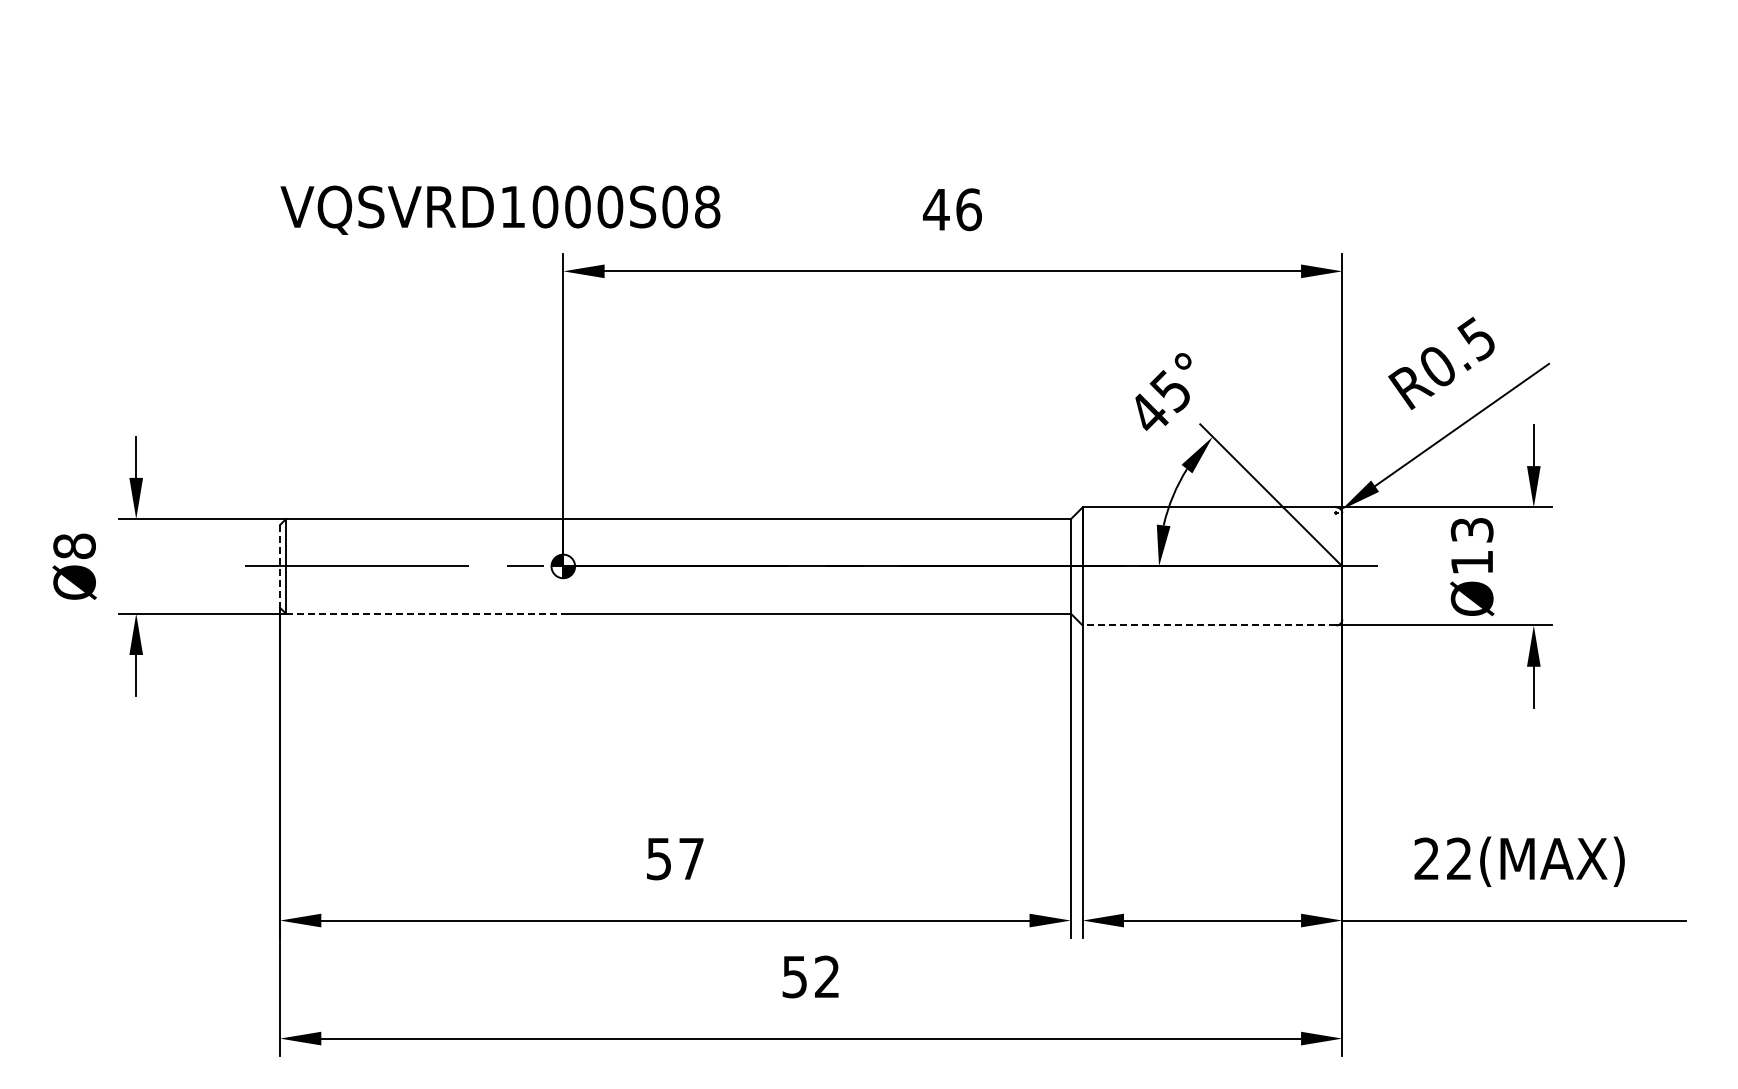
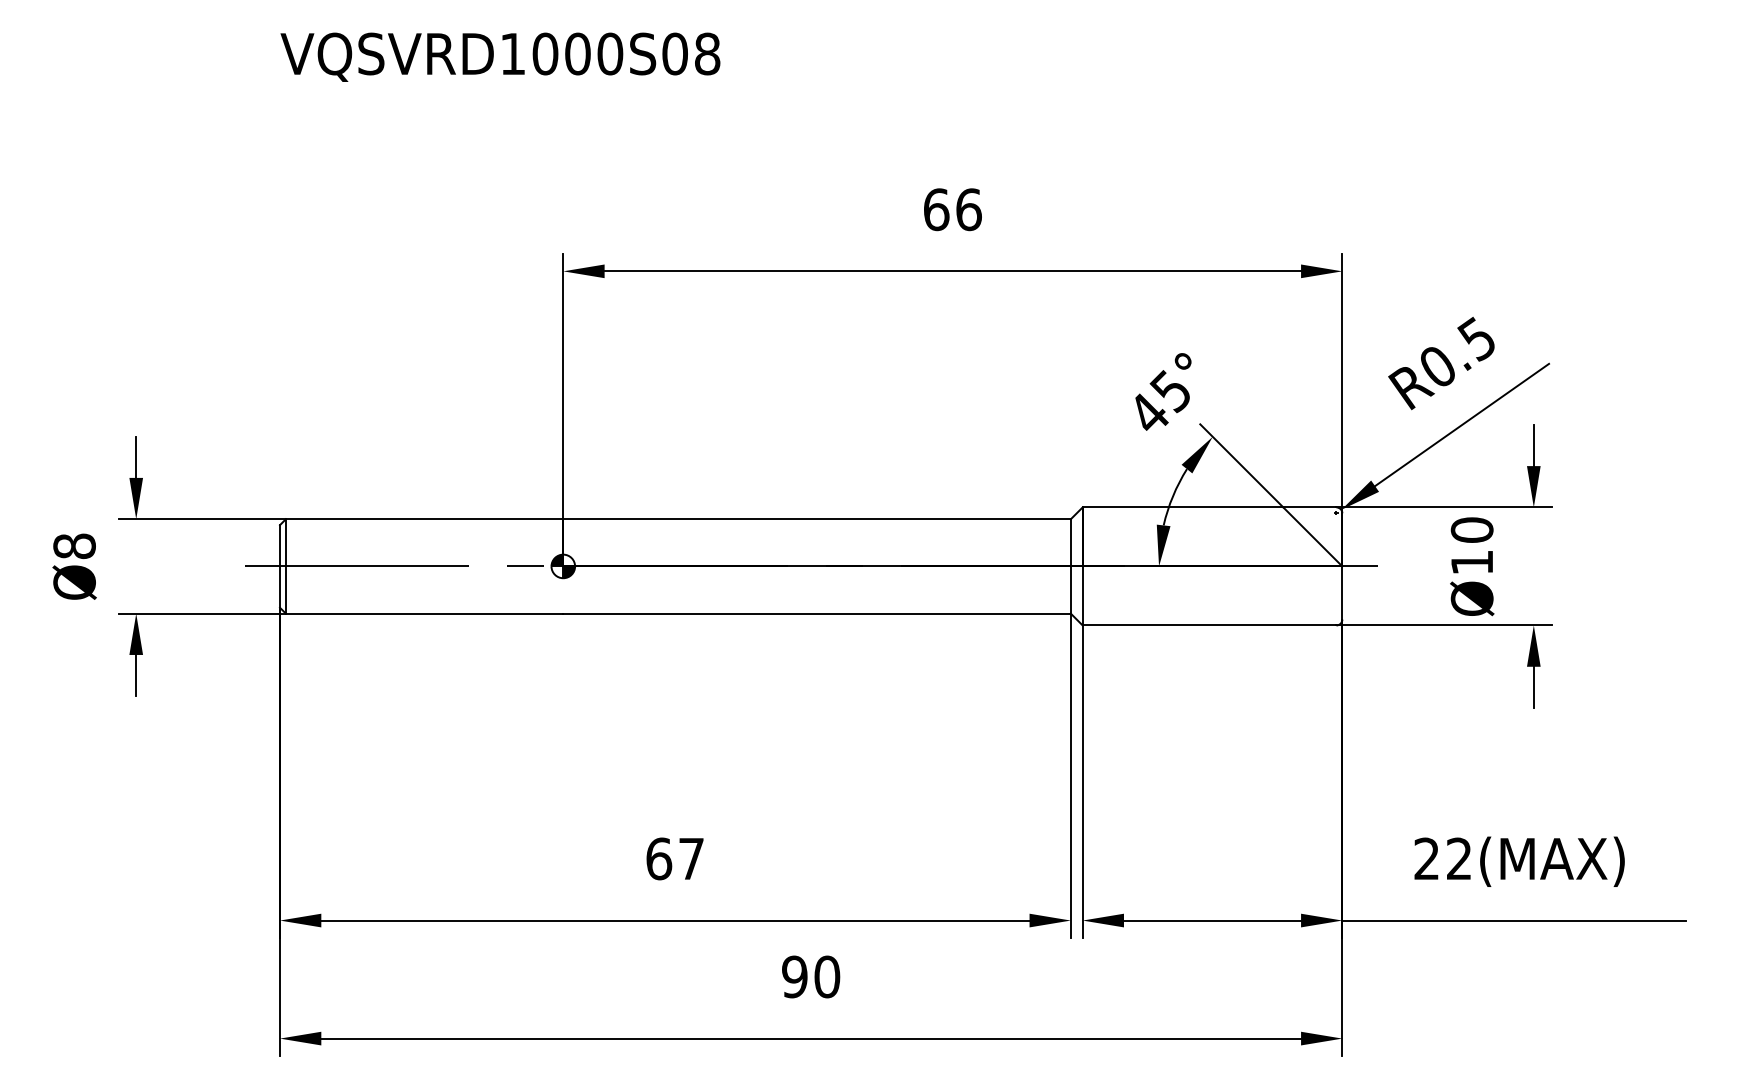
text at (500, 209) position: (500, 209) -> (500, 56)
text at (935, 209): 46 -> 66
text at (1471, 529): Ø13 -> Ø10
line at (280, 566): dashed -> solid
line at (424, 613): dashed -> solid
line at (1209, 625): dashed -> solid
text at (659, 858): 57 -> 67
text at (811, 976): 52 -> 90
